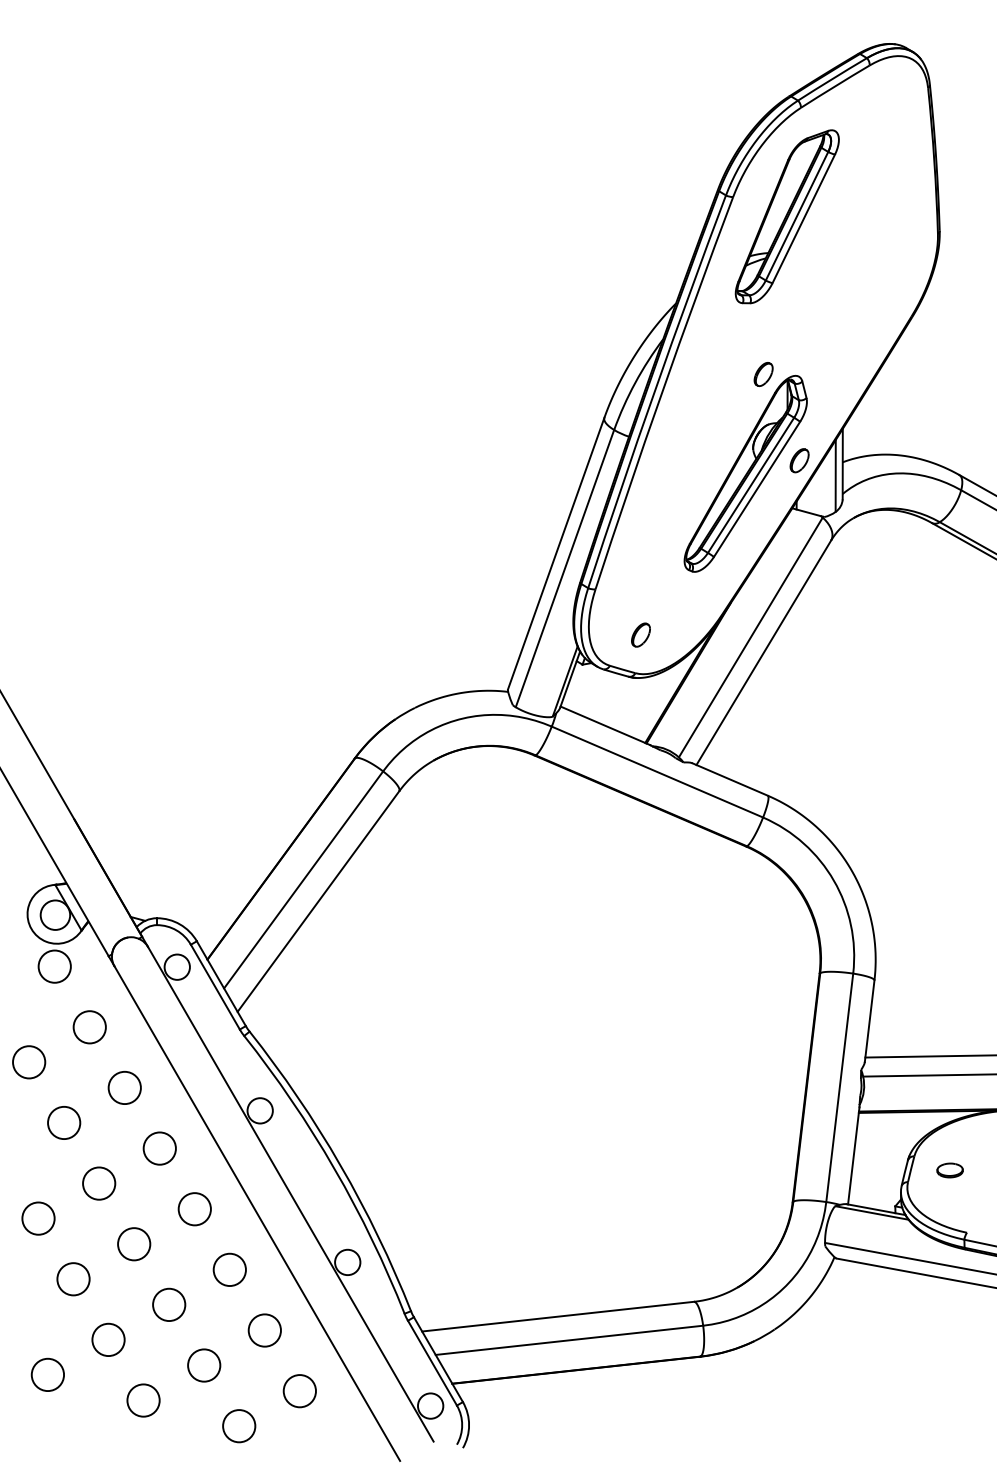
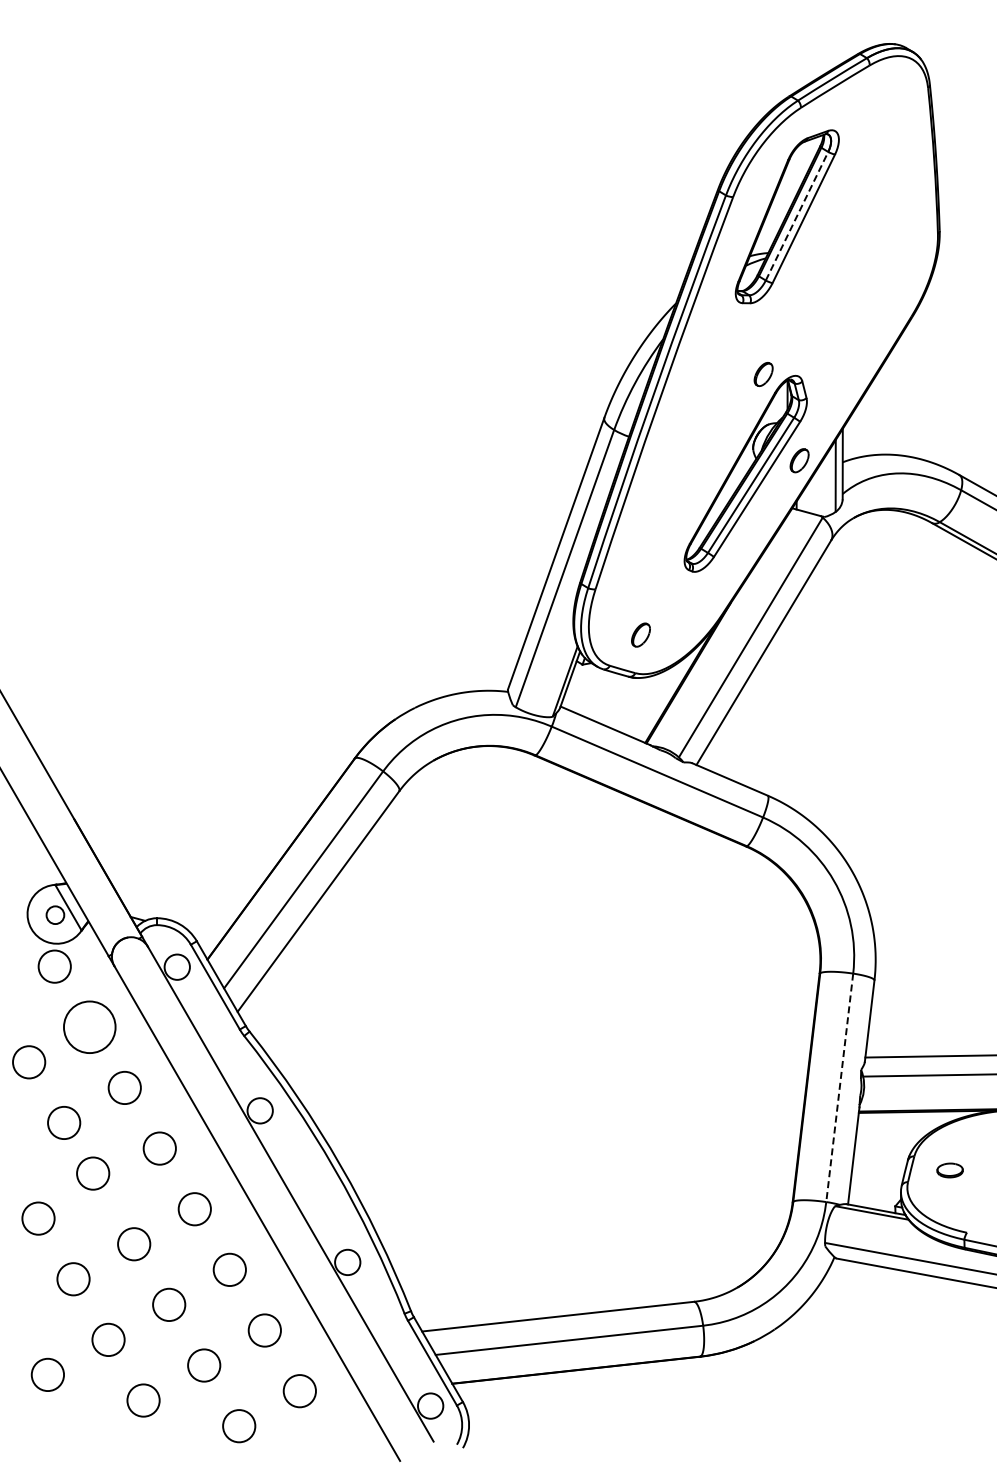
line at (797, 215): solid -> dashed
circle at (55, 914) diameter: 29 px -> 18 px
circle at (89, 1027) diameter: 32 px -> 52 px
line at (839, 1088): solid -> dashed
circle at (99, 1183) position: (99, 1183) -> (93, 1173)
